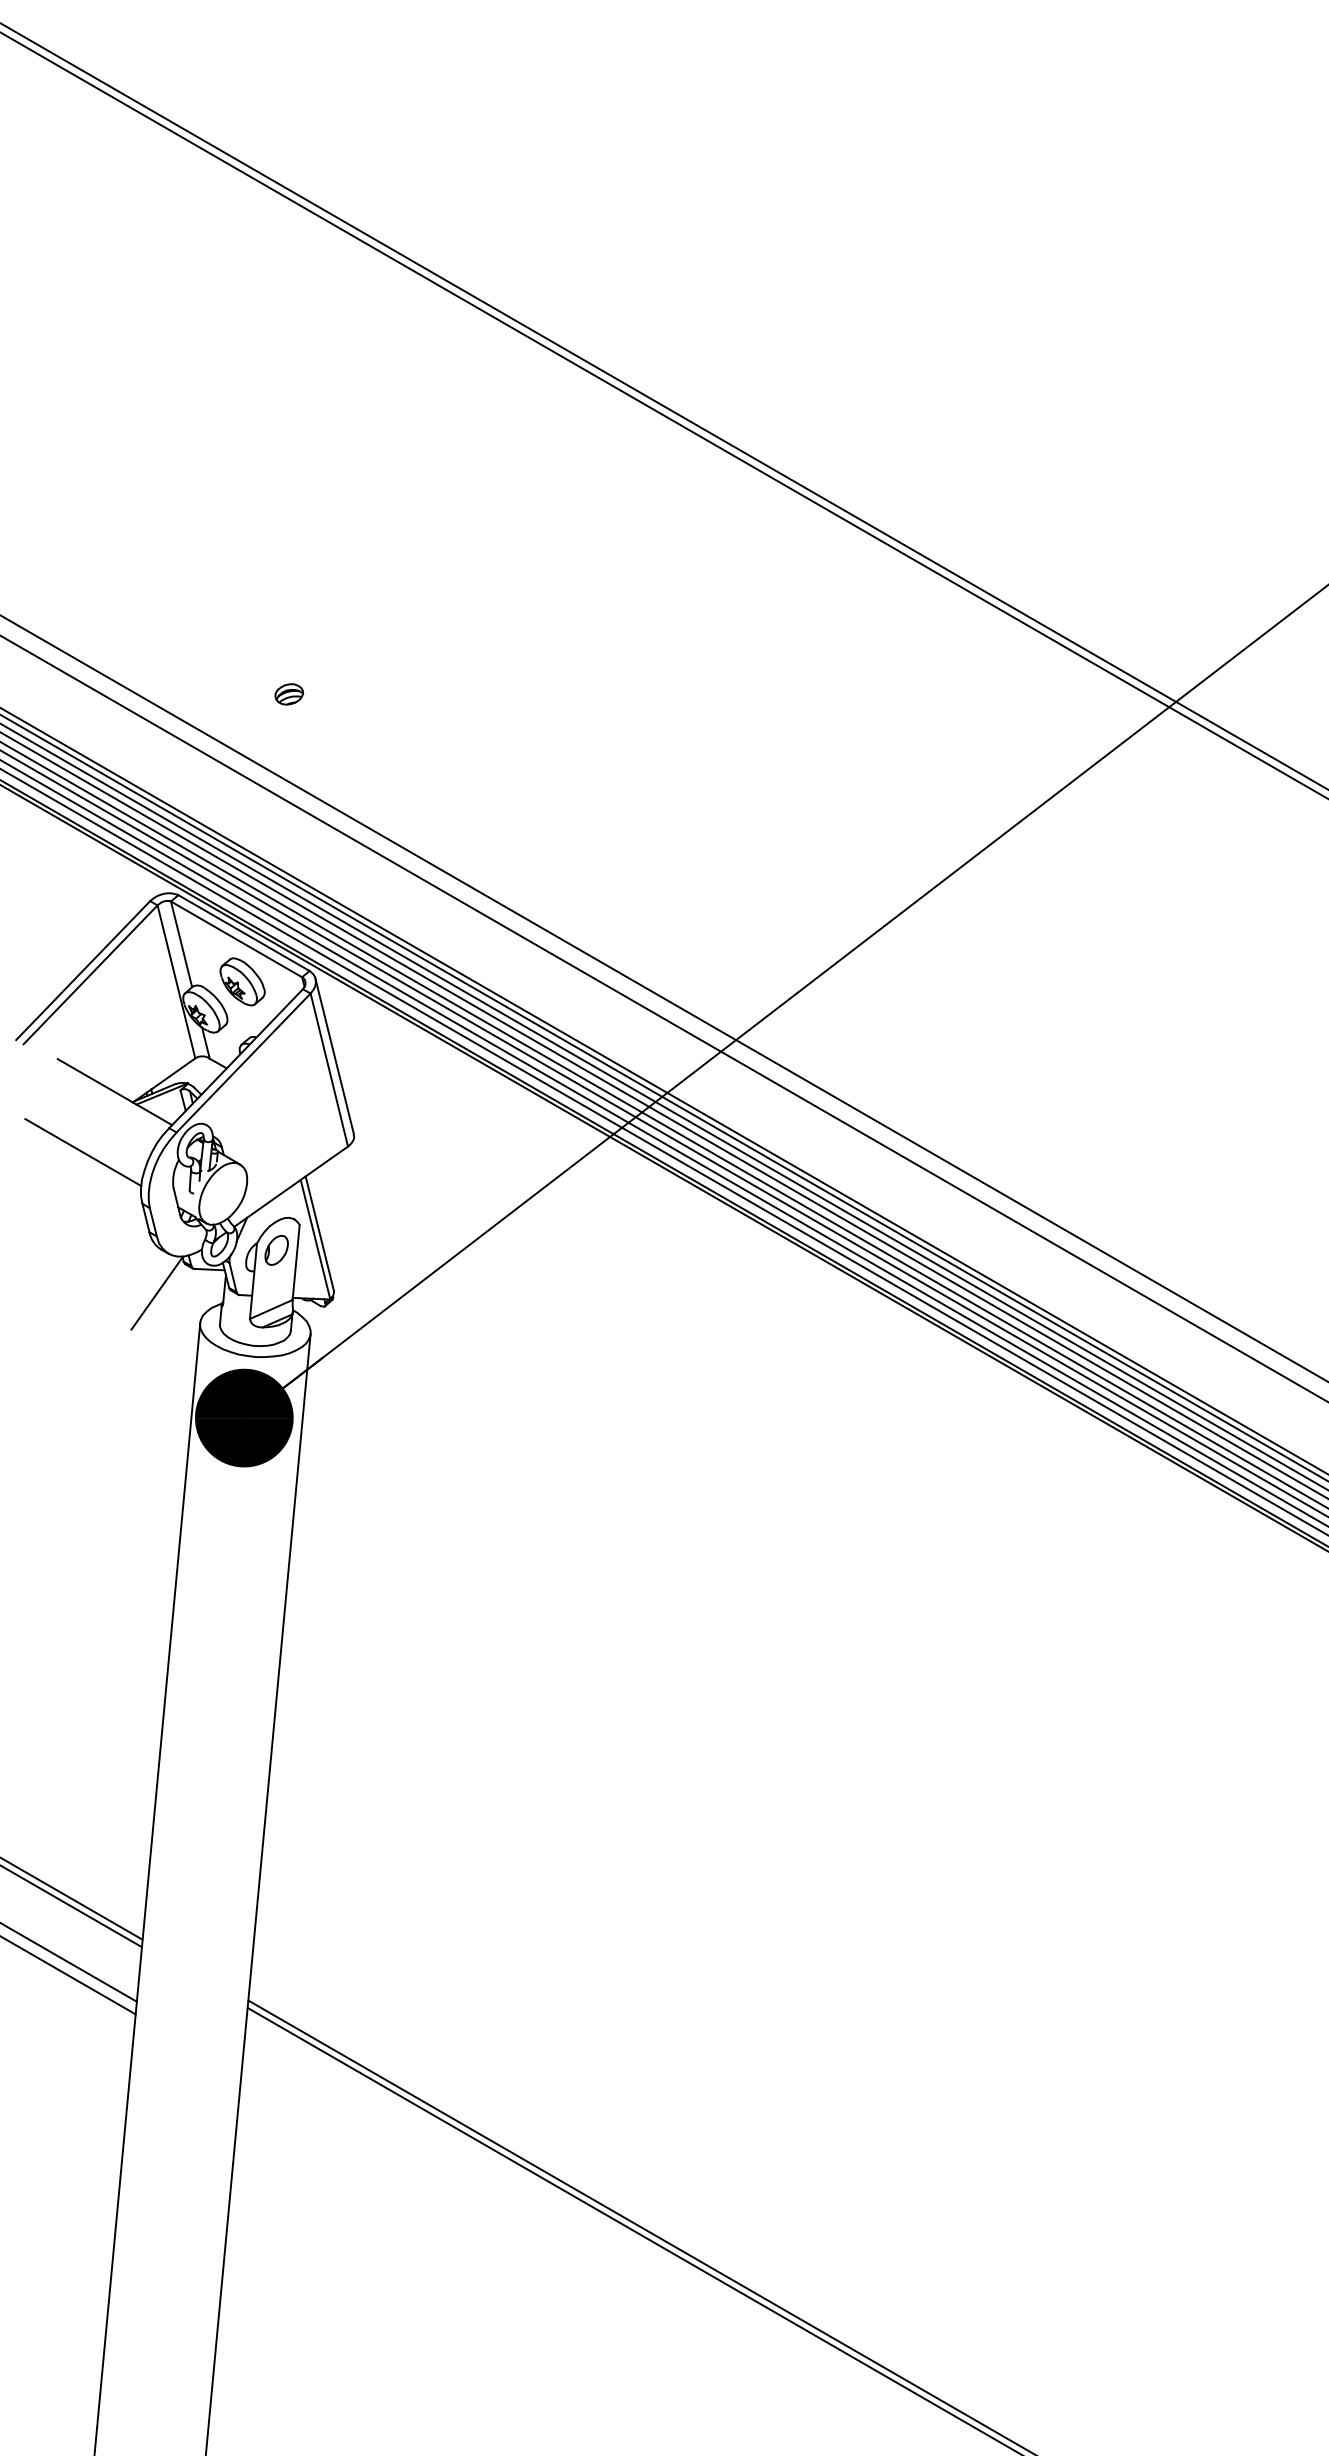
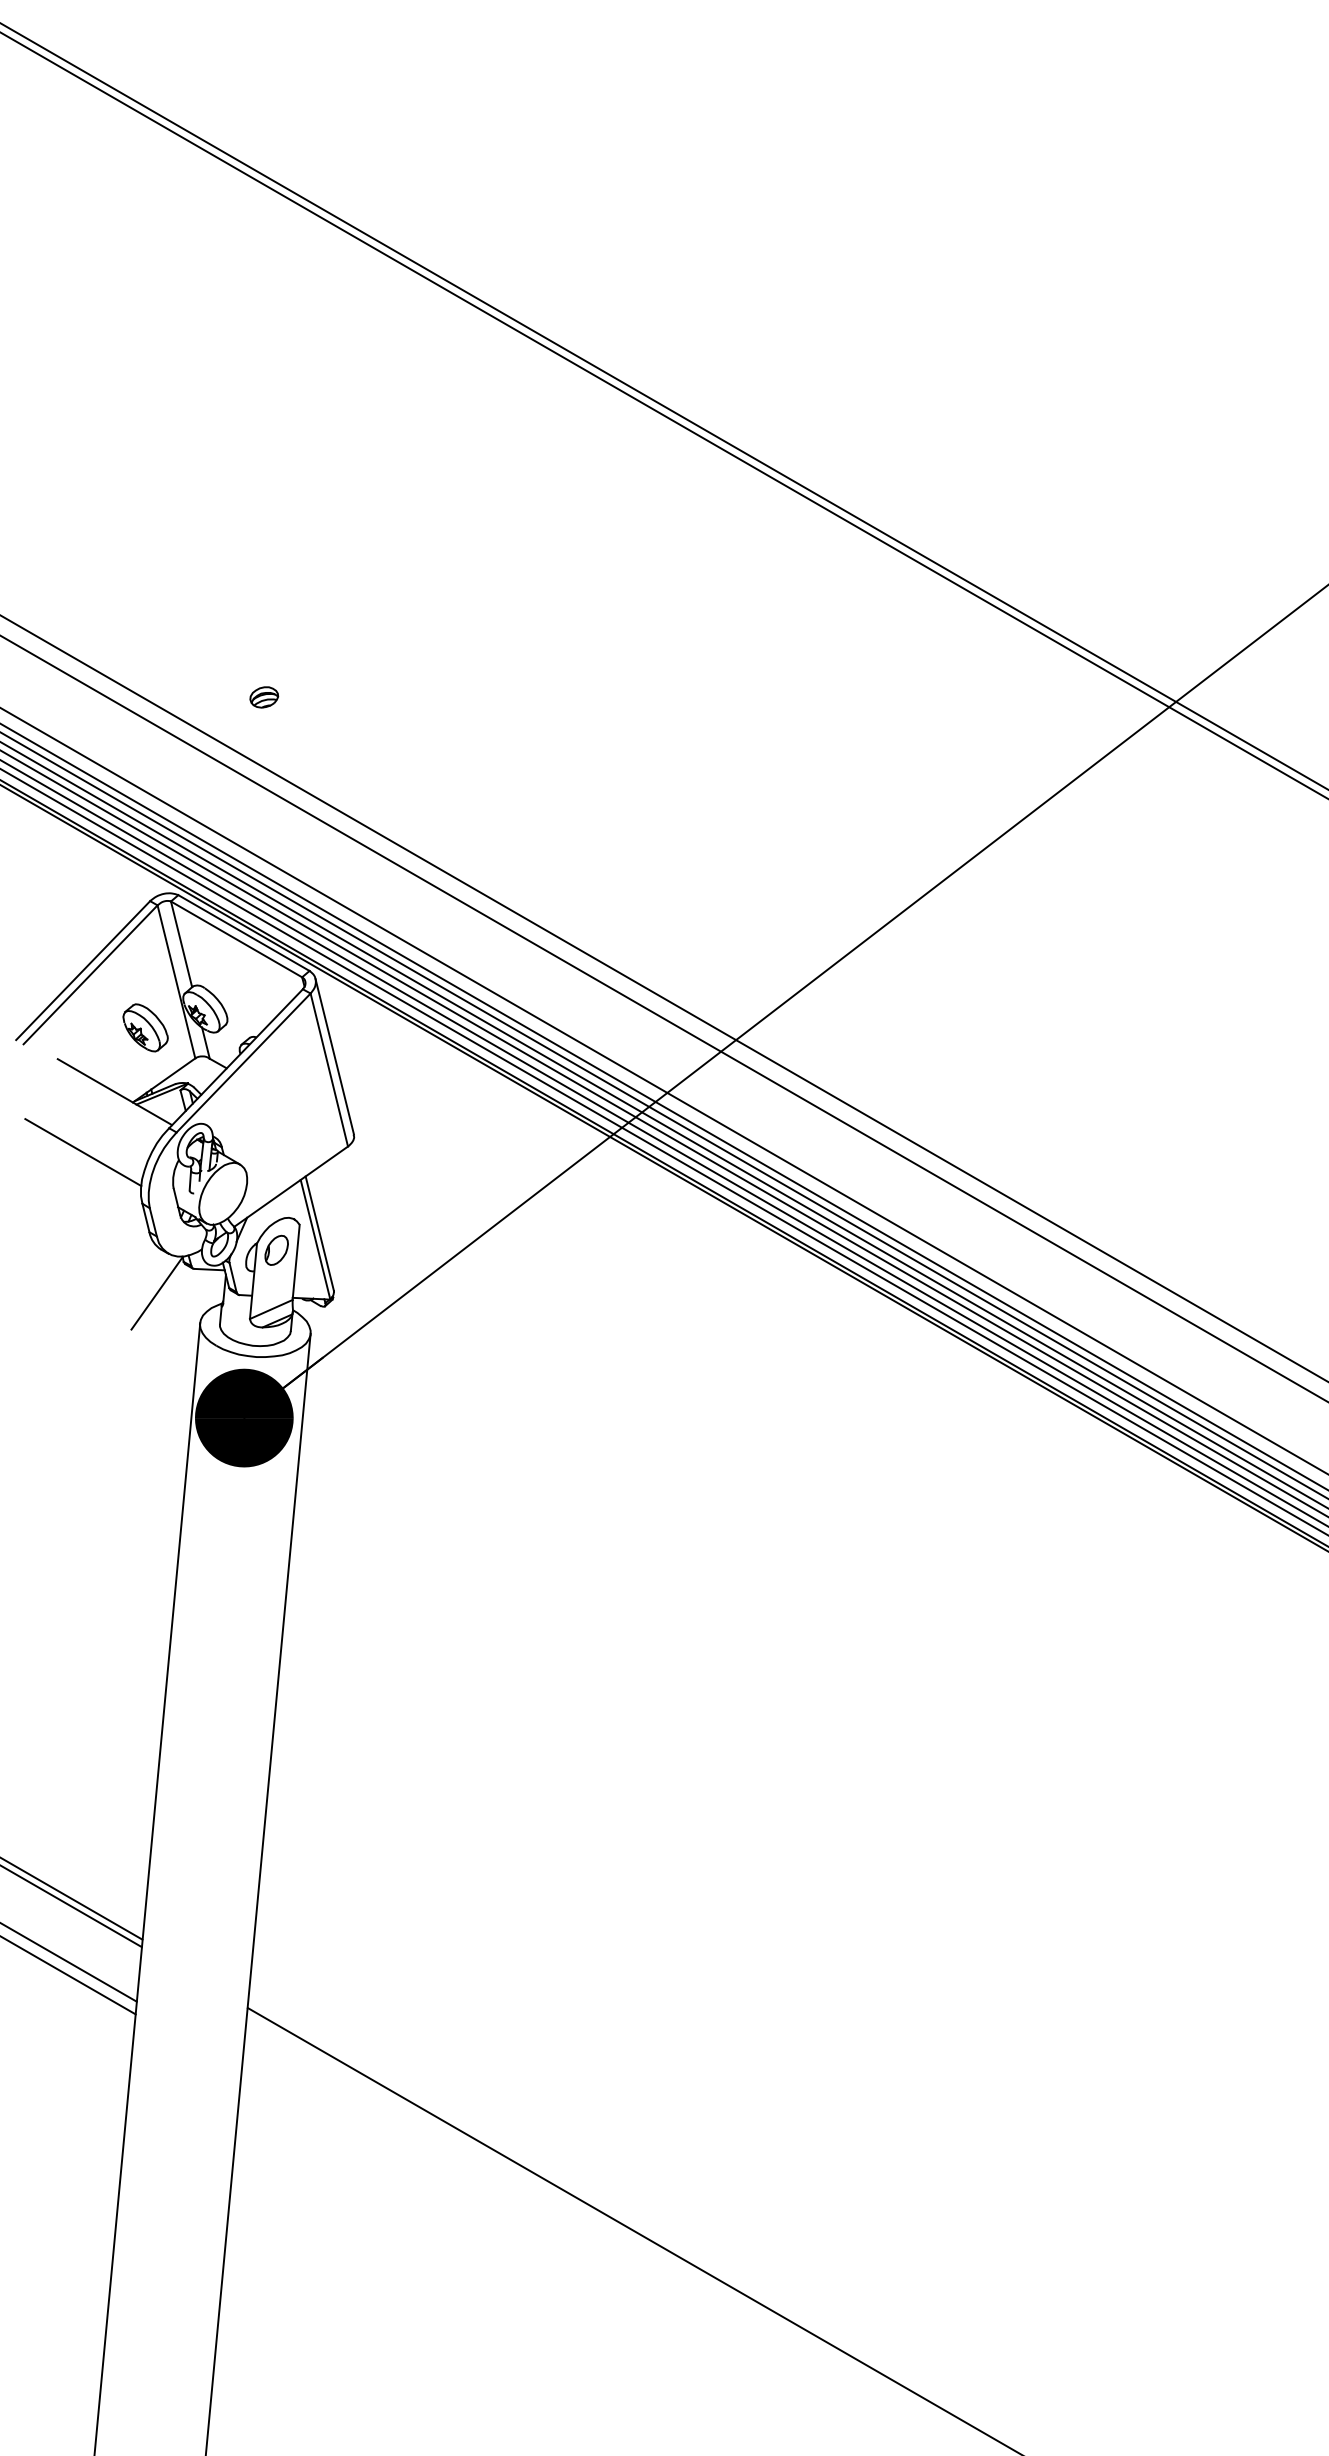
part at (289, 694) position: (289, 694) -> (264, 697)
part at (242, 981) position: (242, 981) -> (145, 1027)
line at (663, 1097): present -> none
line at (639, 2226): present -> none
